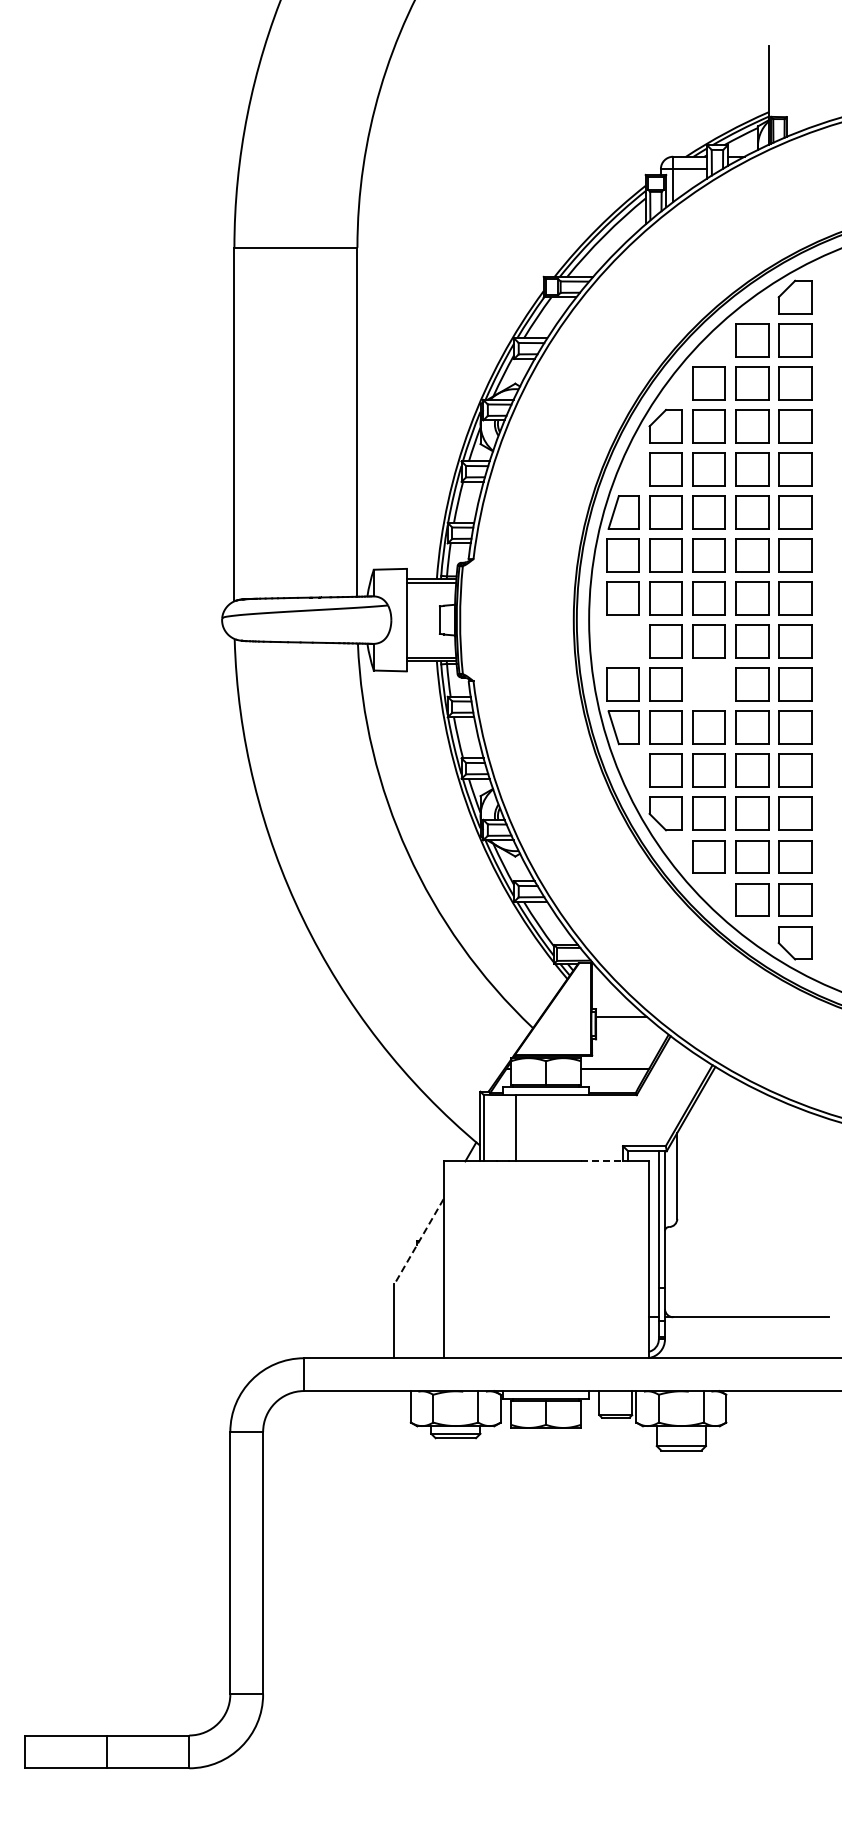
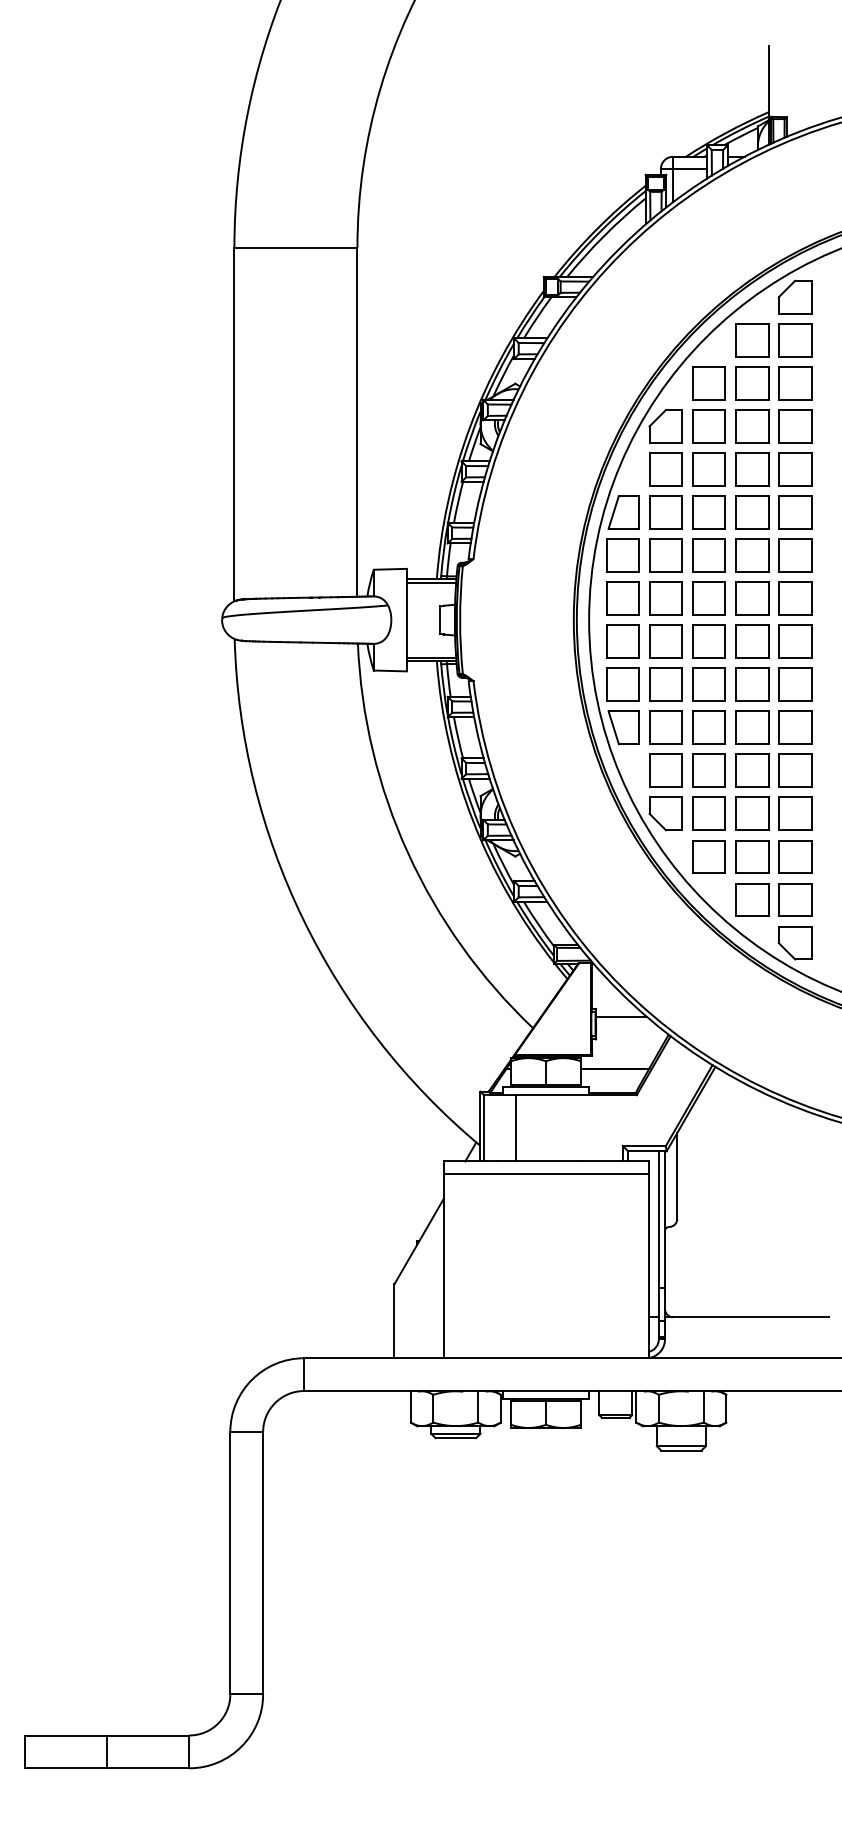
part at (622, 641): none -> present
part at (708, 684): none -> present
line at (602, 1161): dashed -> solid
line at (545, 1173): none -> present
line at (418, 1242): dashed -> solid
